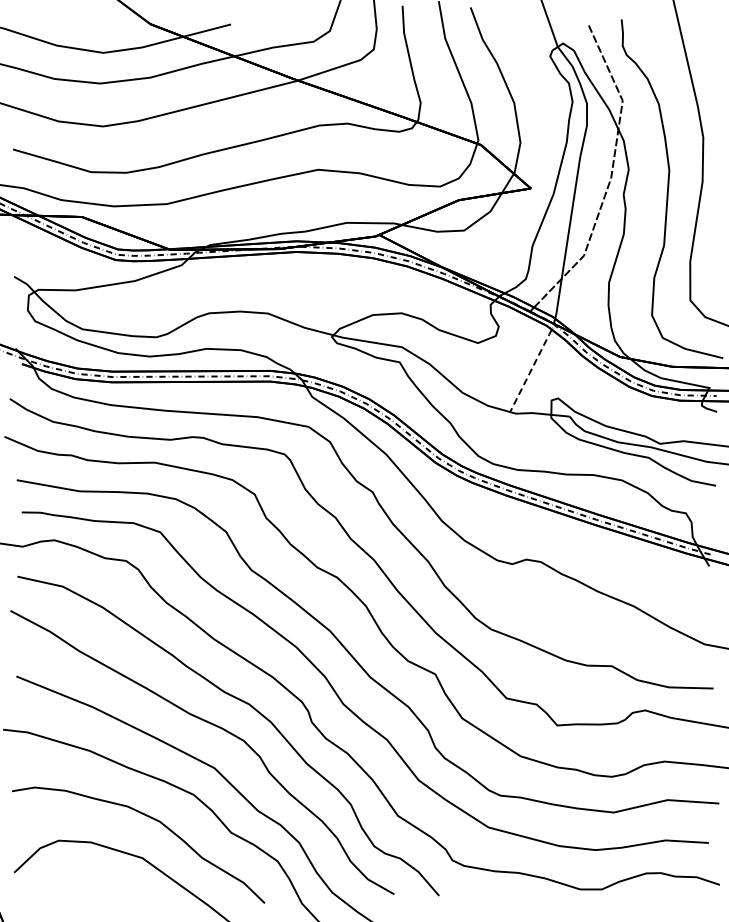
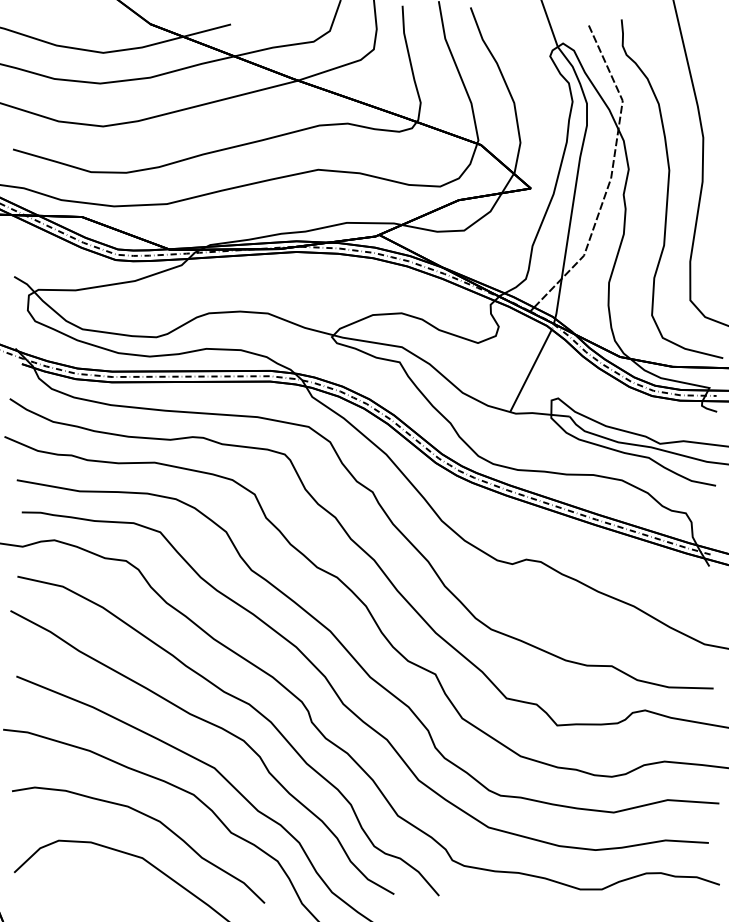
line at (531, 370): dashed -> solid
